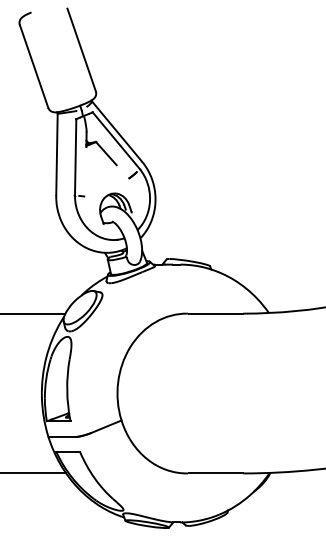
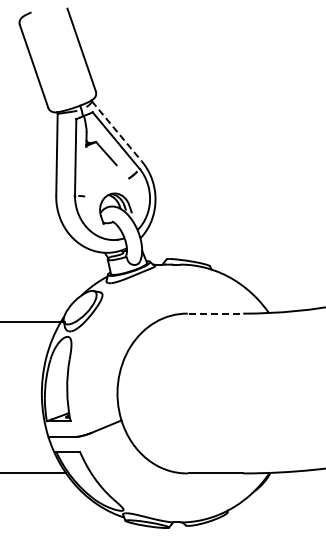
line at (117, 131): solid -> dashed
line at (33, 313) position: (33, 313) -> (33, 321)
line at (216, 313): solid -> dashed
